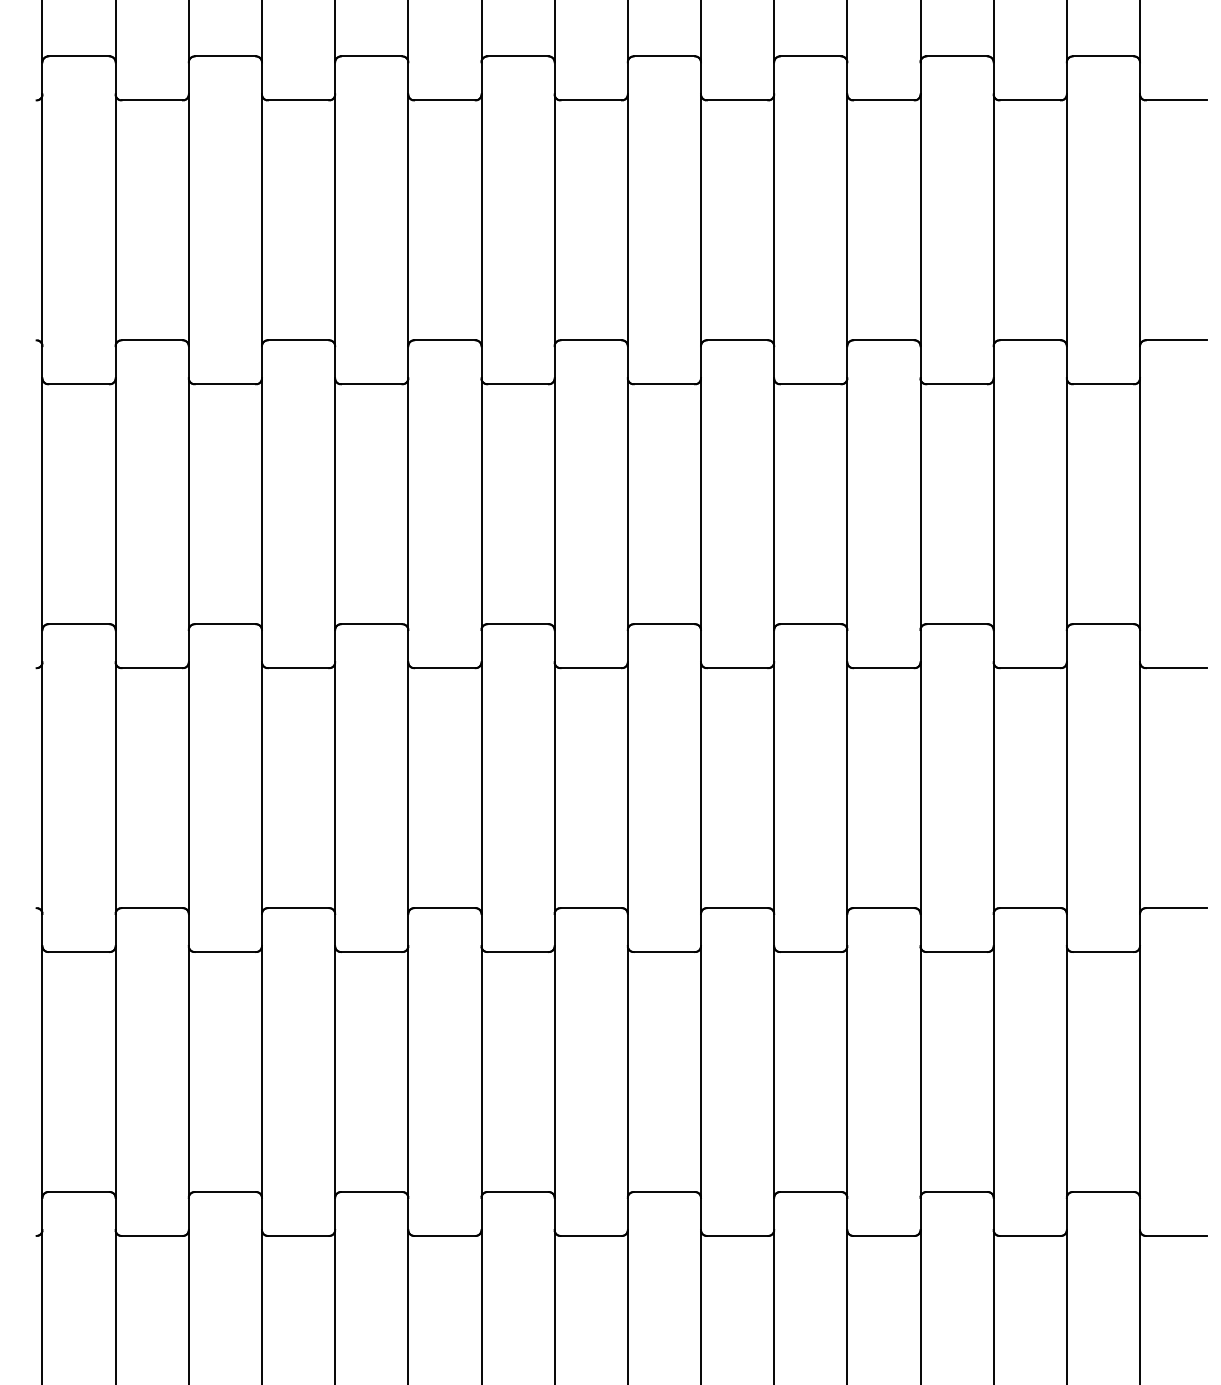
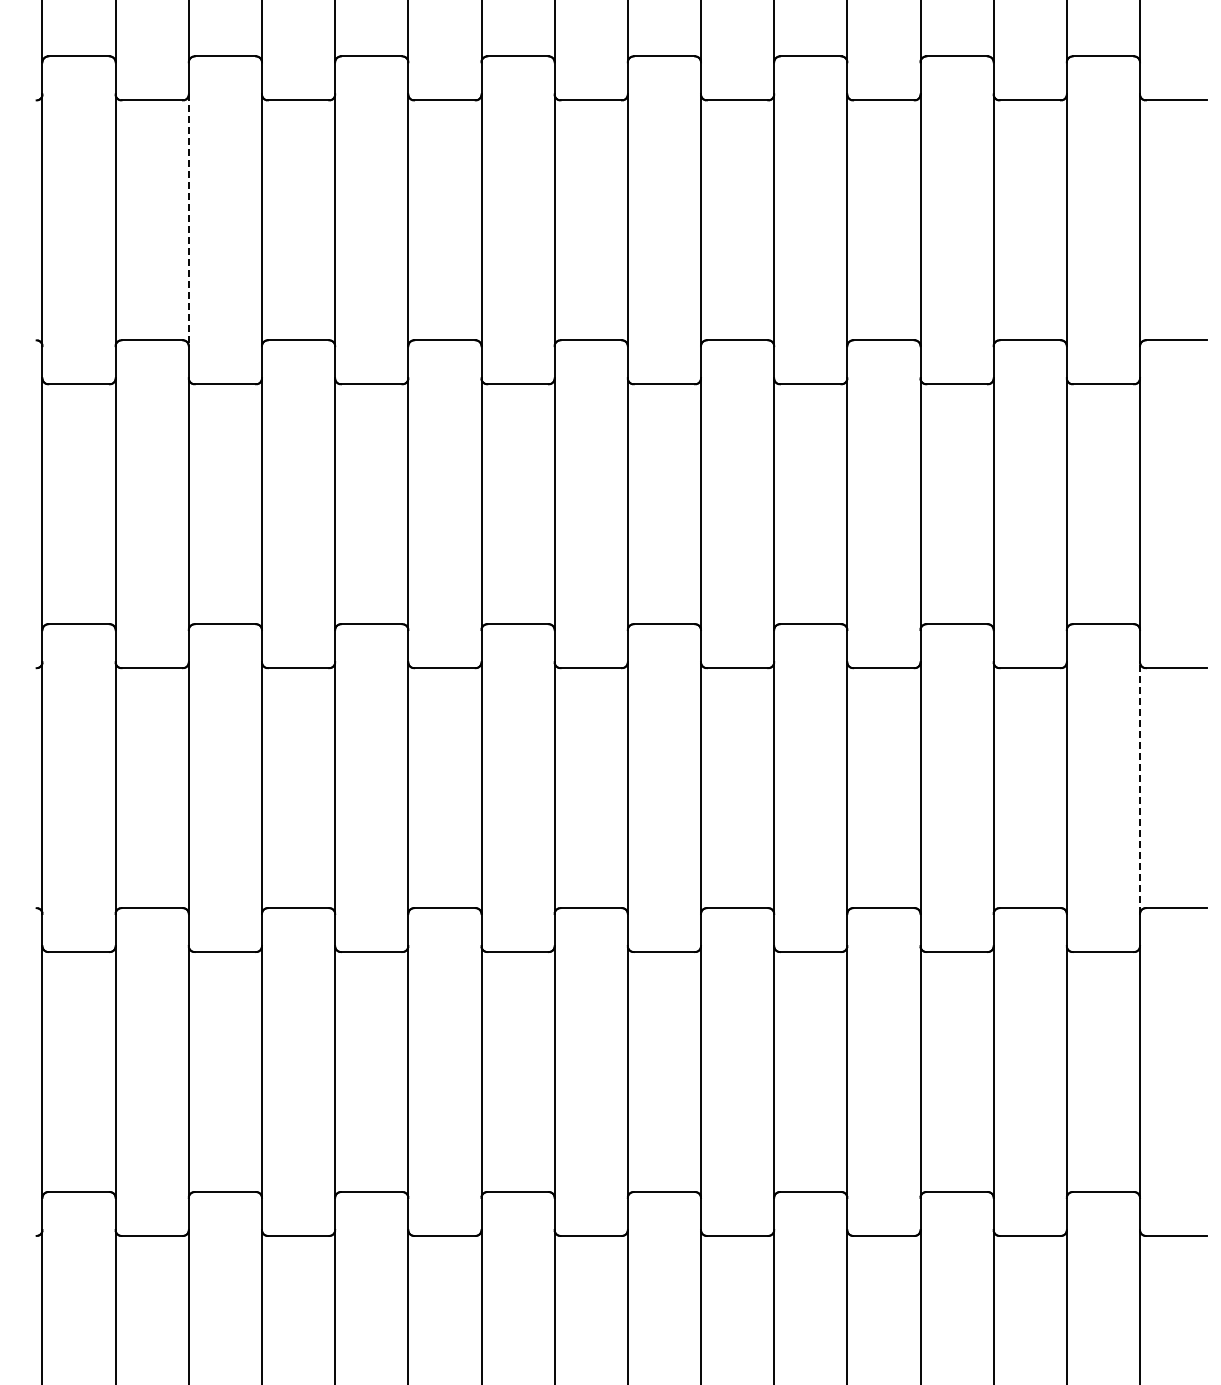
line at (188, 220): solid -> dashed
line at (1140, 788): solid -> dashed
